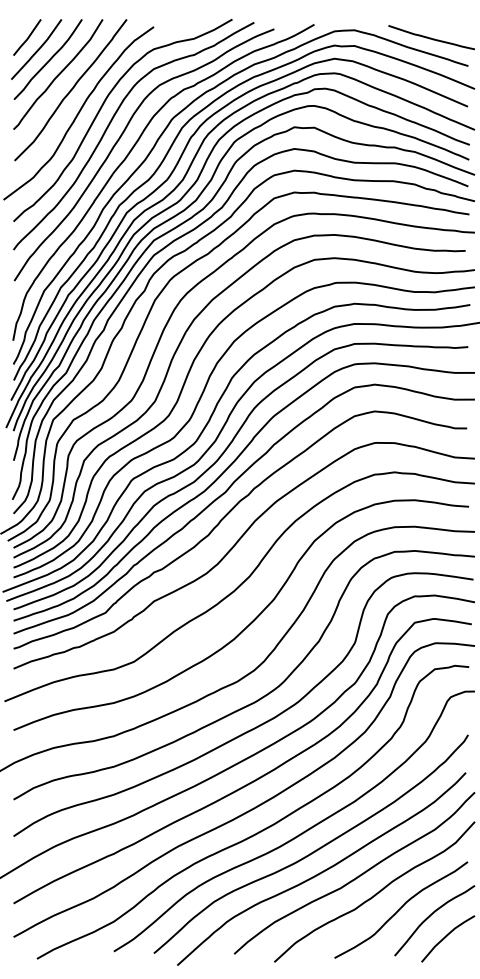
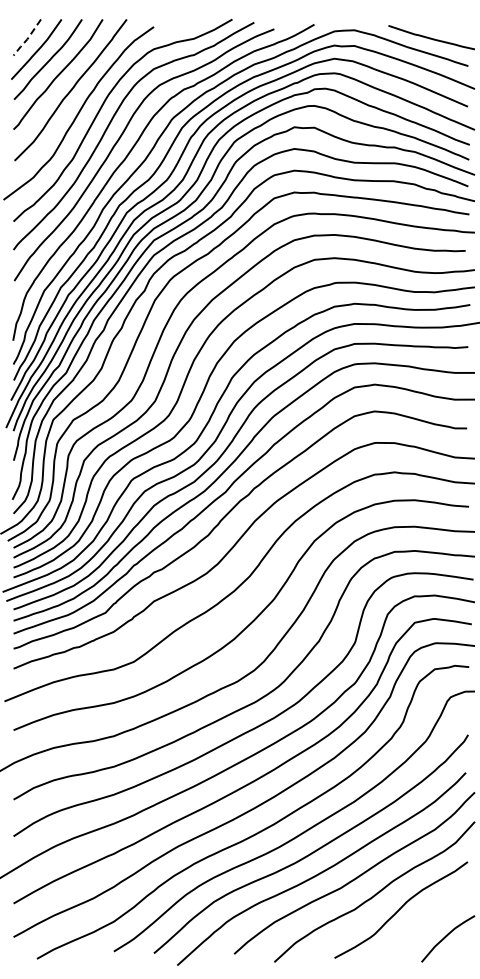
line at (27, 39): solid -> dashed
curve at (430, 916): present -> none
